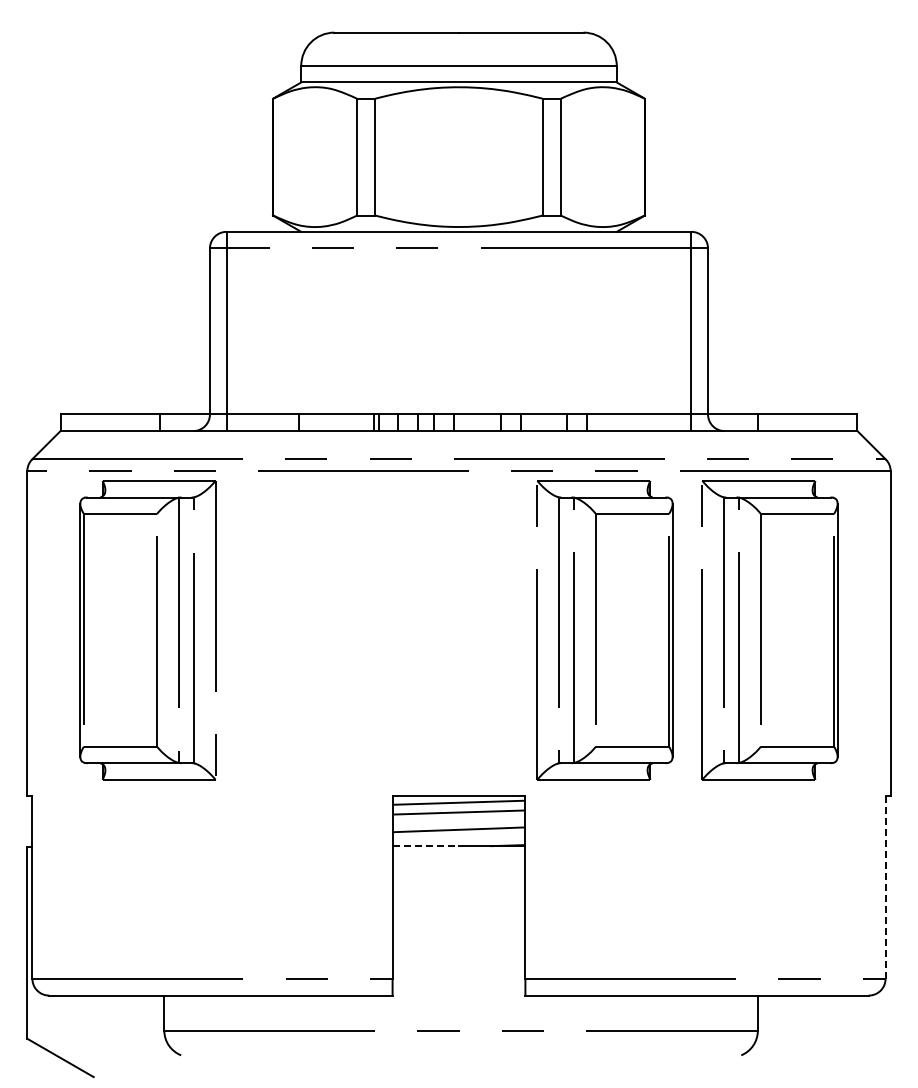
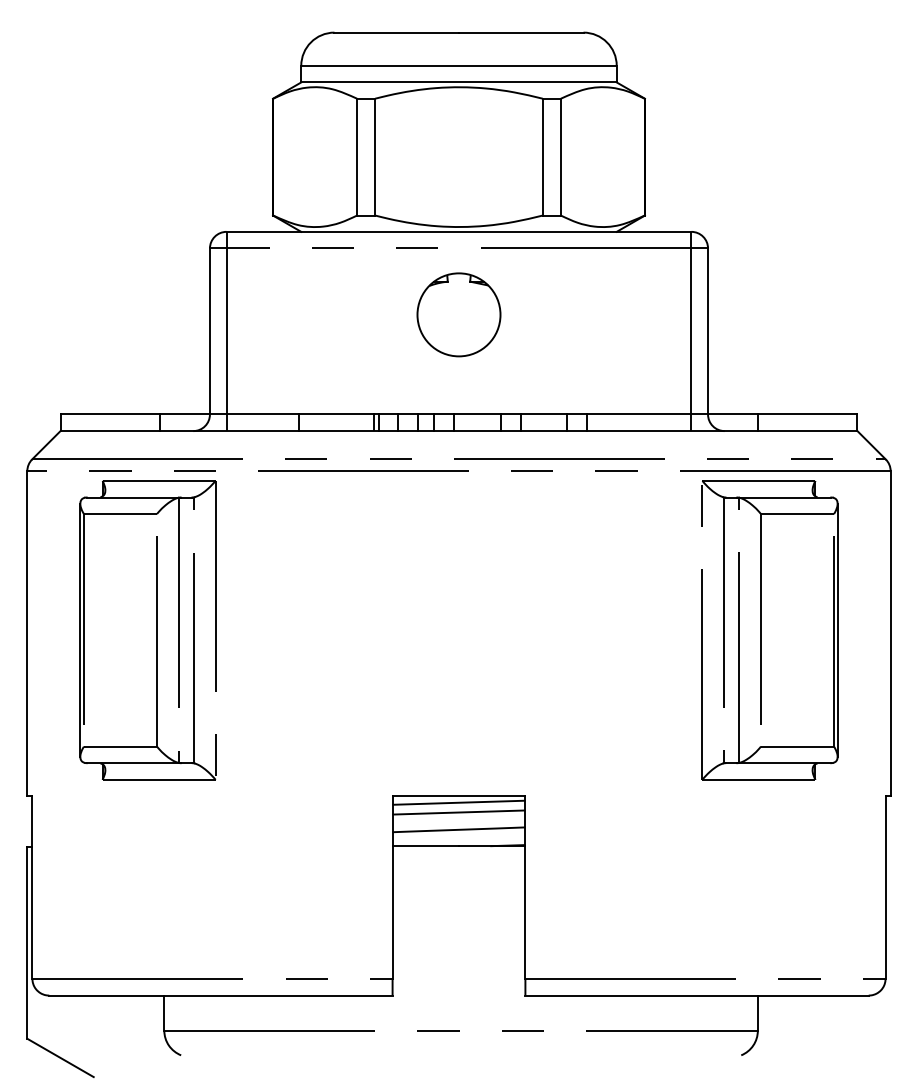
part at (458, 314): none -> present
part at (596, 630): present -> none
line at (426, 846): dashed -> solid
line at (885, 887): dashed -> solid
